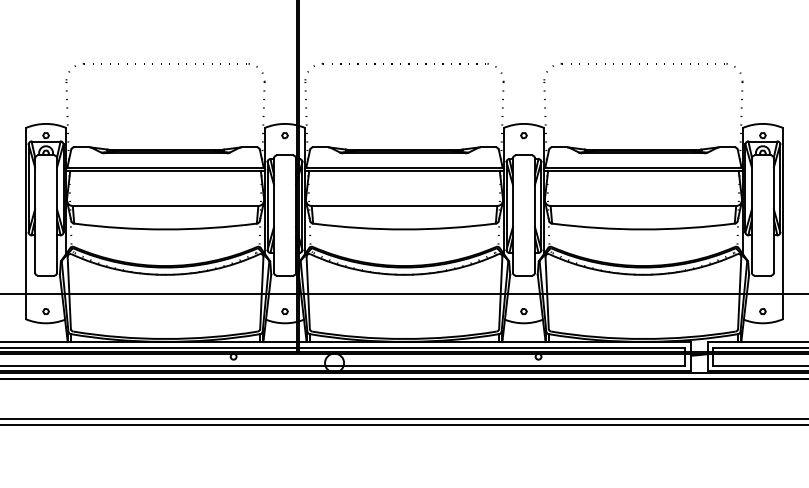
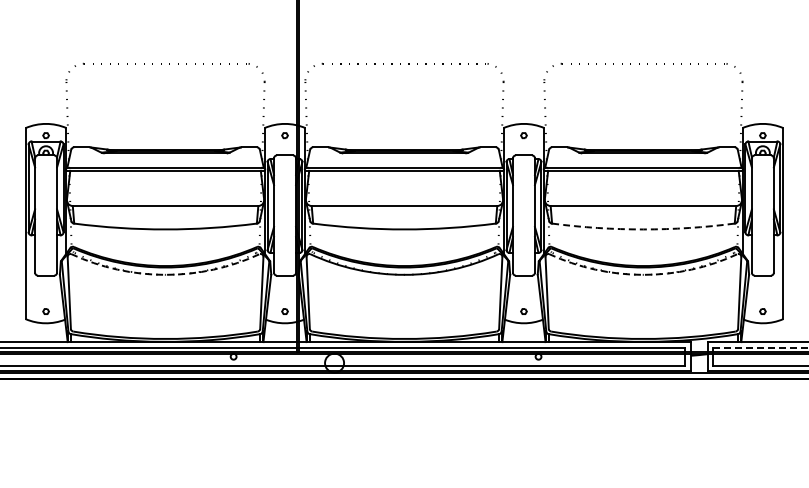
arc at (643, 229): solid -> dashed
arc at (165, 274): solid -> dashed
arc at (643, 274): solid -> dashed
line at (403, 294): present -> none
line at (761, 347): solid -> dashed
line at (403, 419): present -> none
line at (403, 424): present -> none
